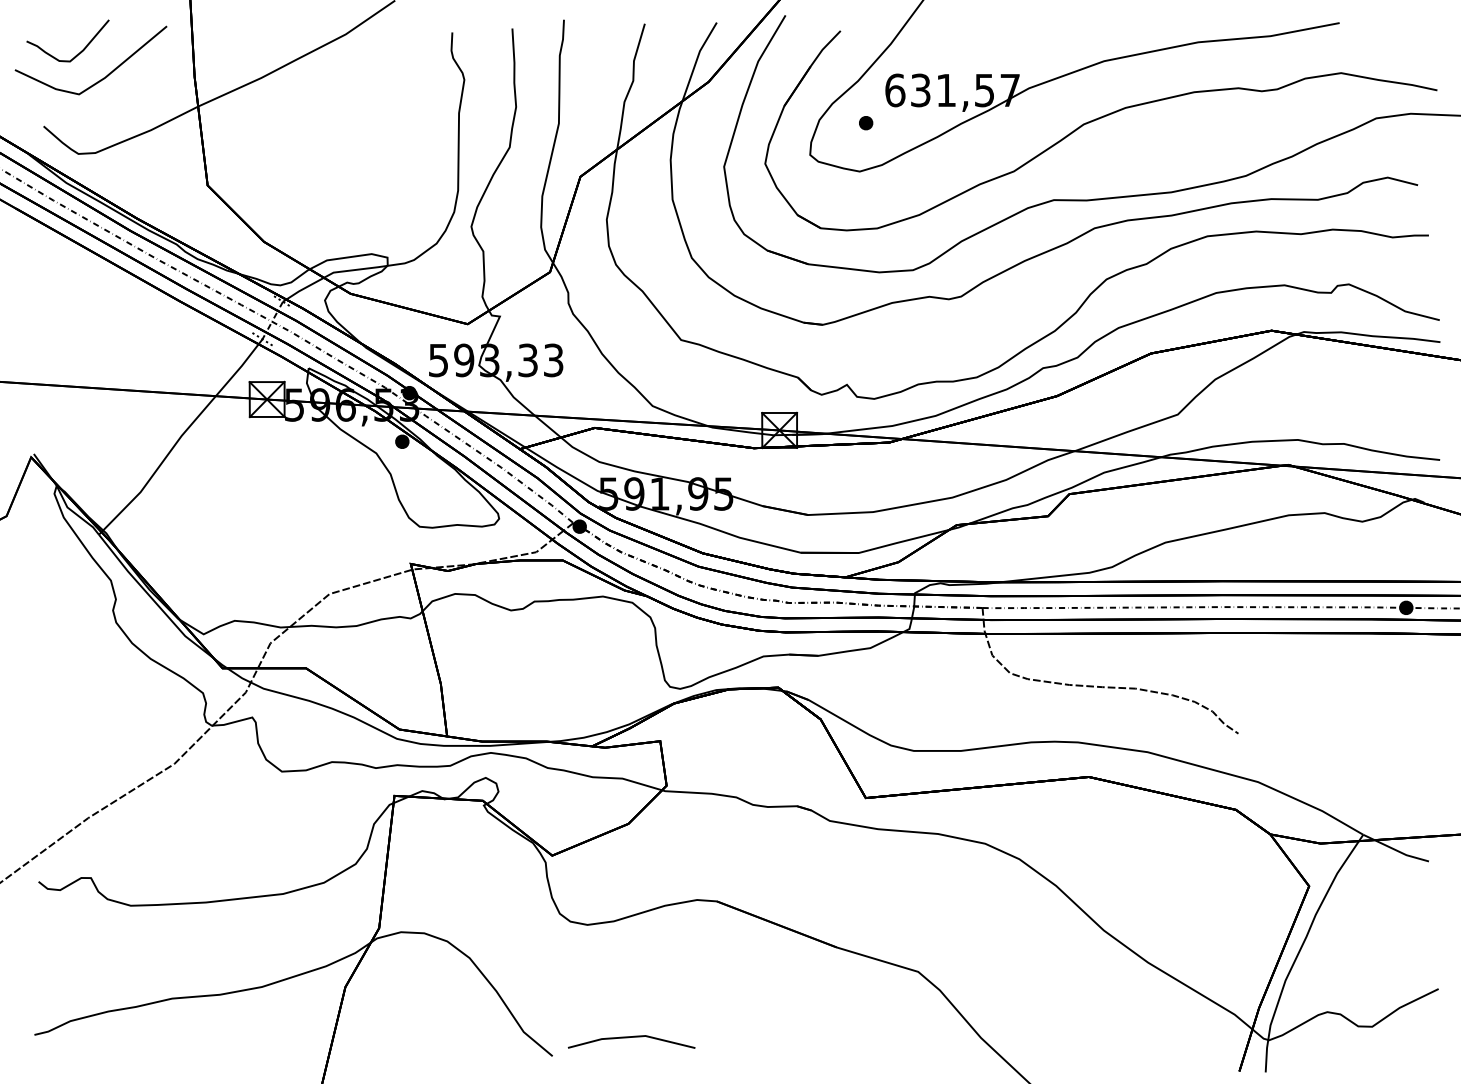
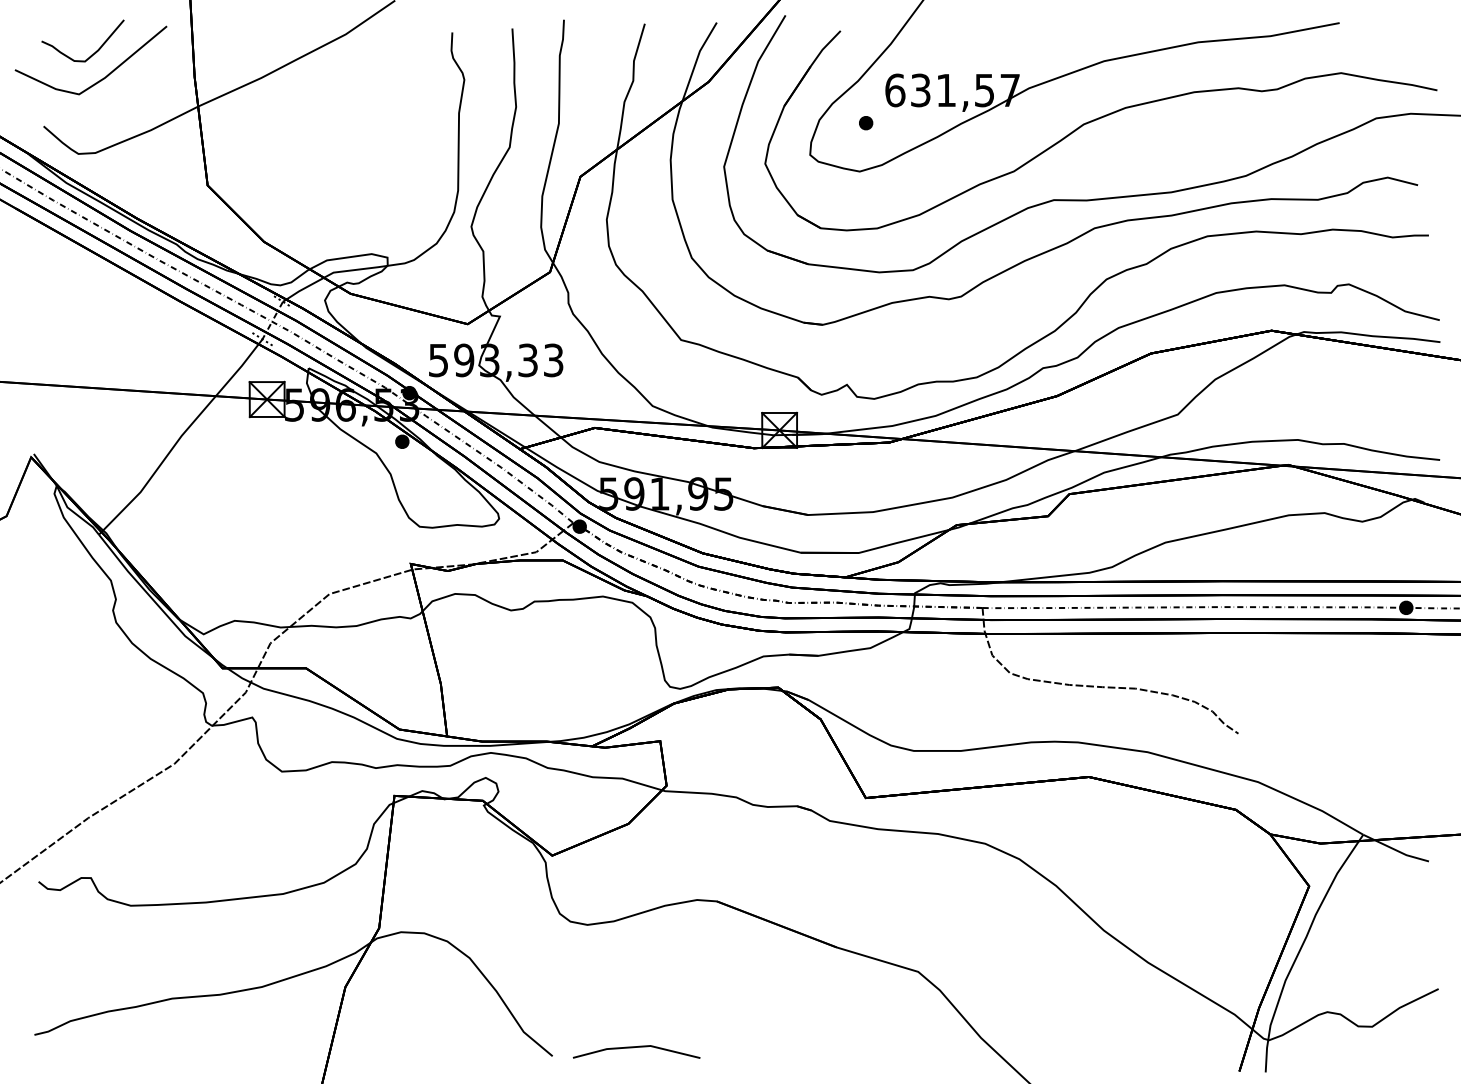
curve at (76, 54) position: (76, 54) -> (91, 54)
line at (631, 1037) position: (631, 1037) -> (636, 1047)
